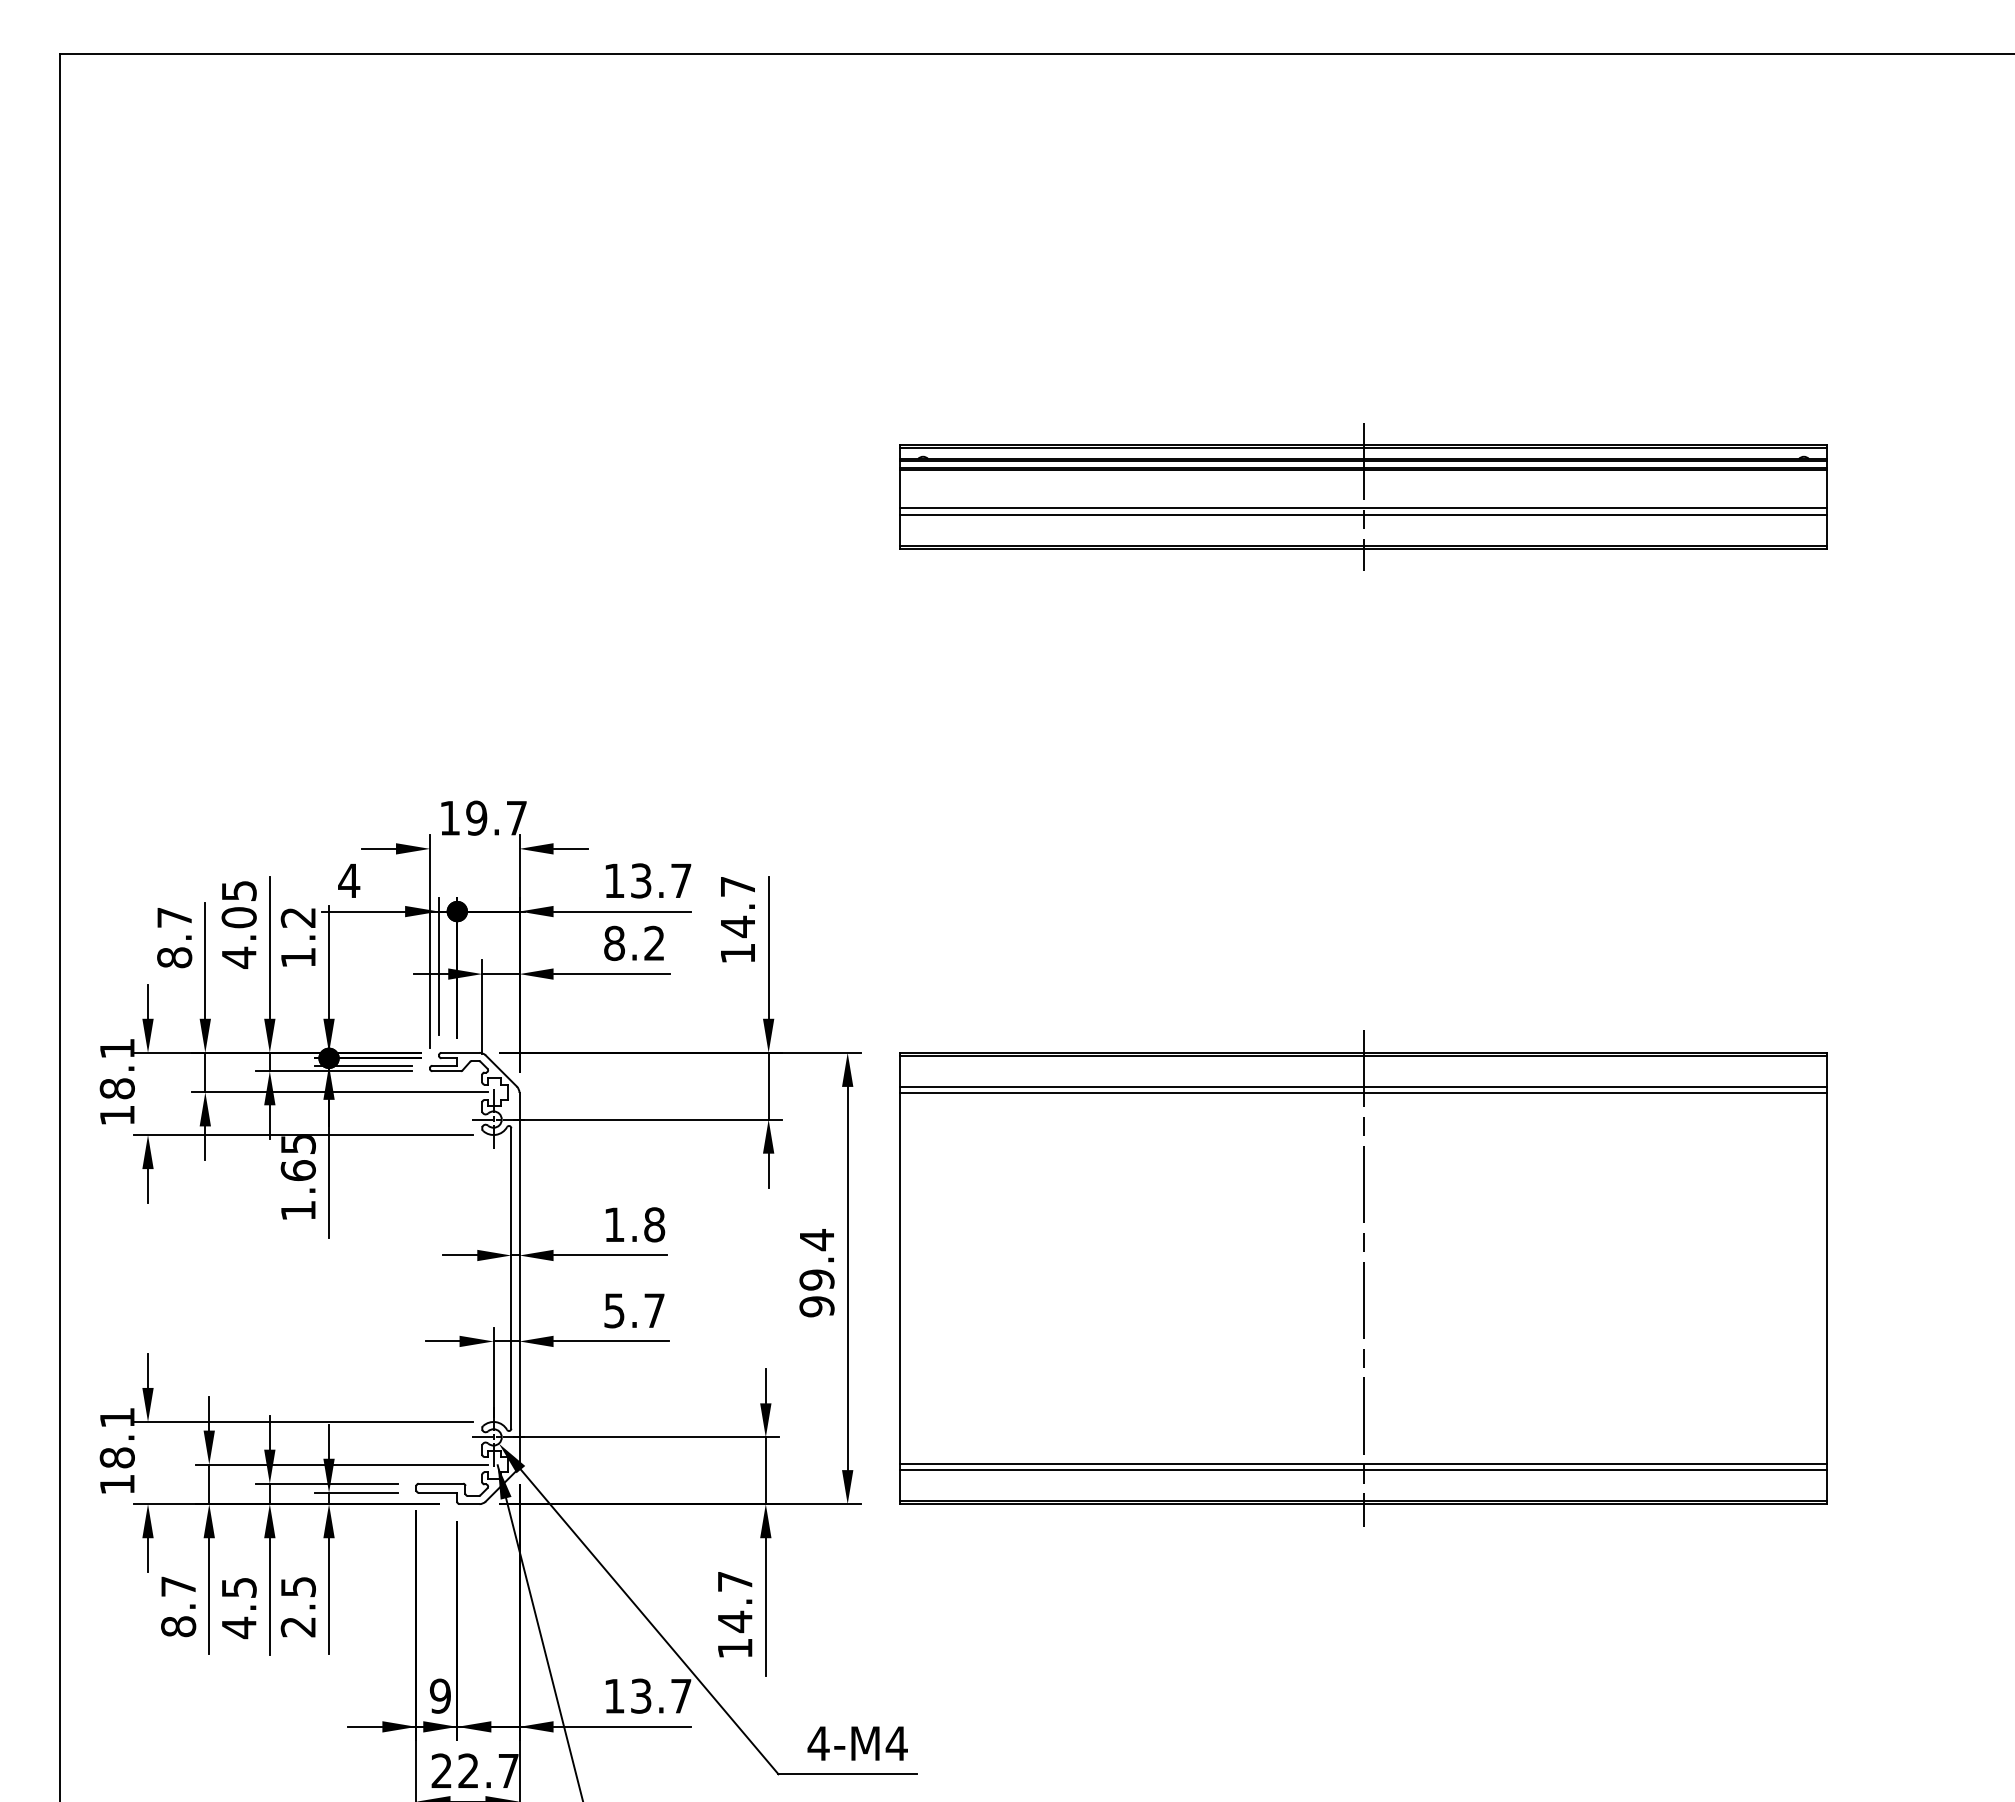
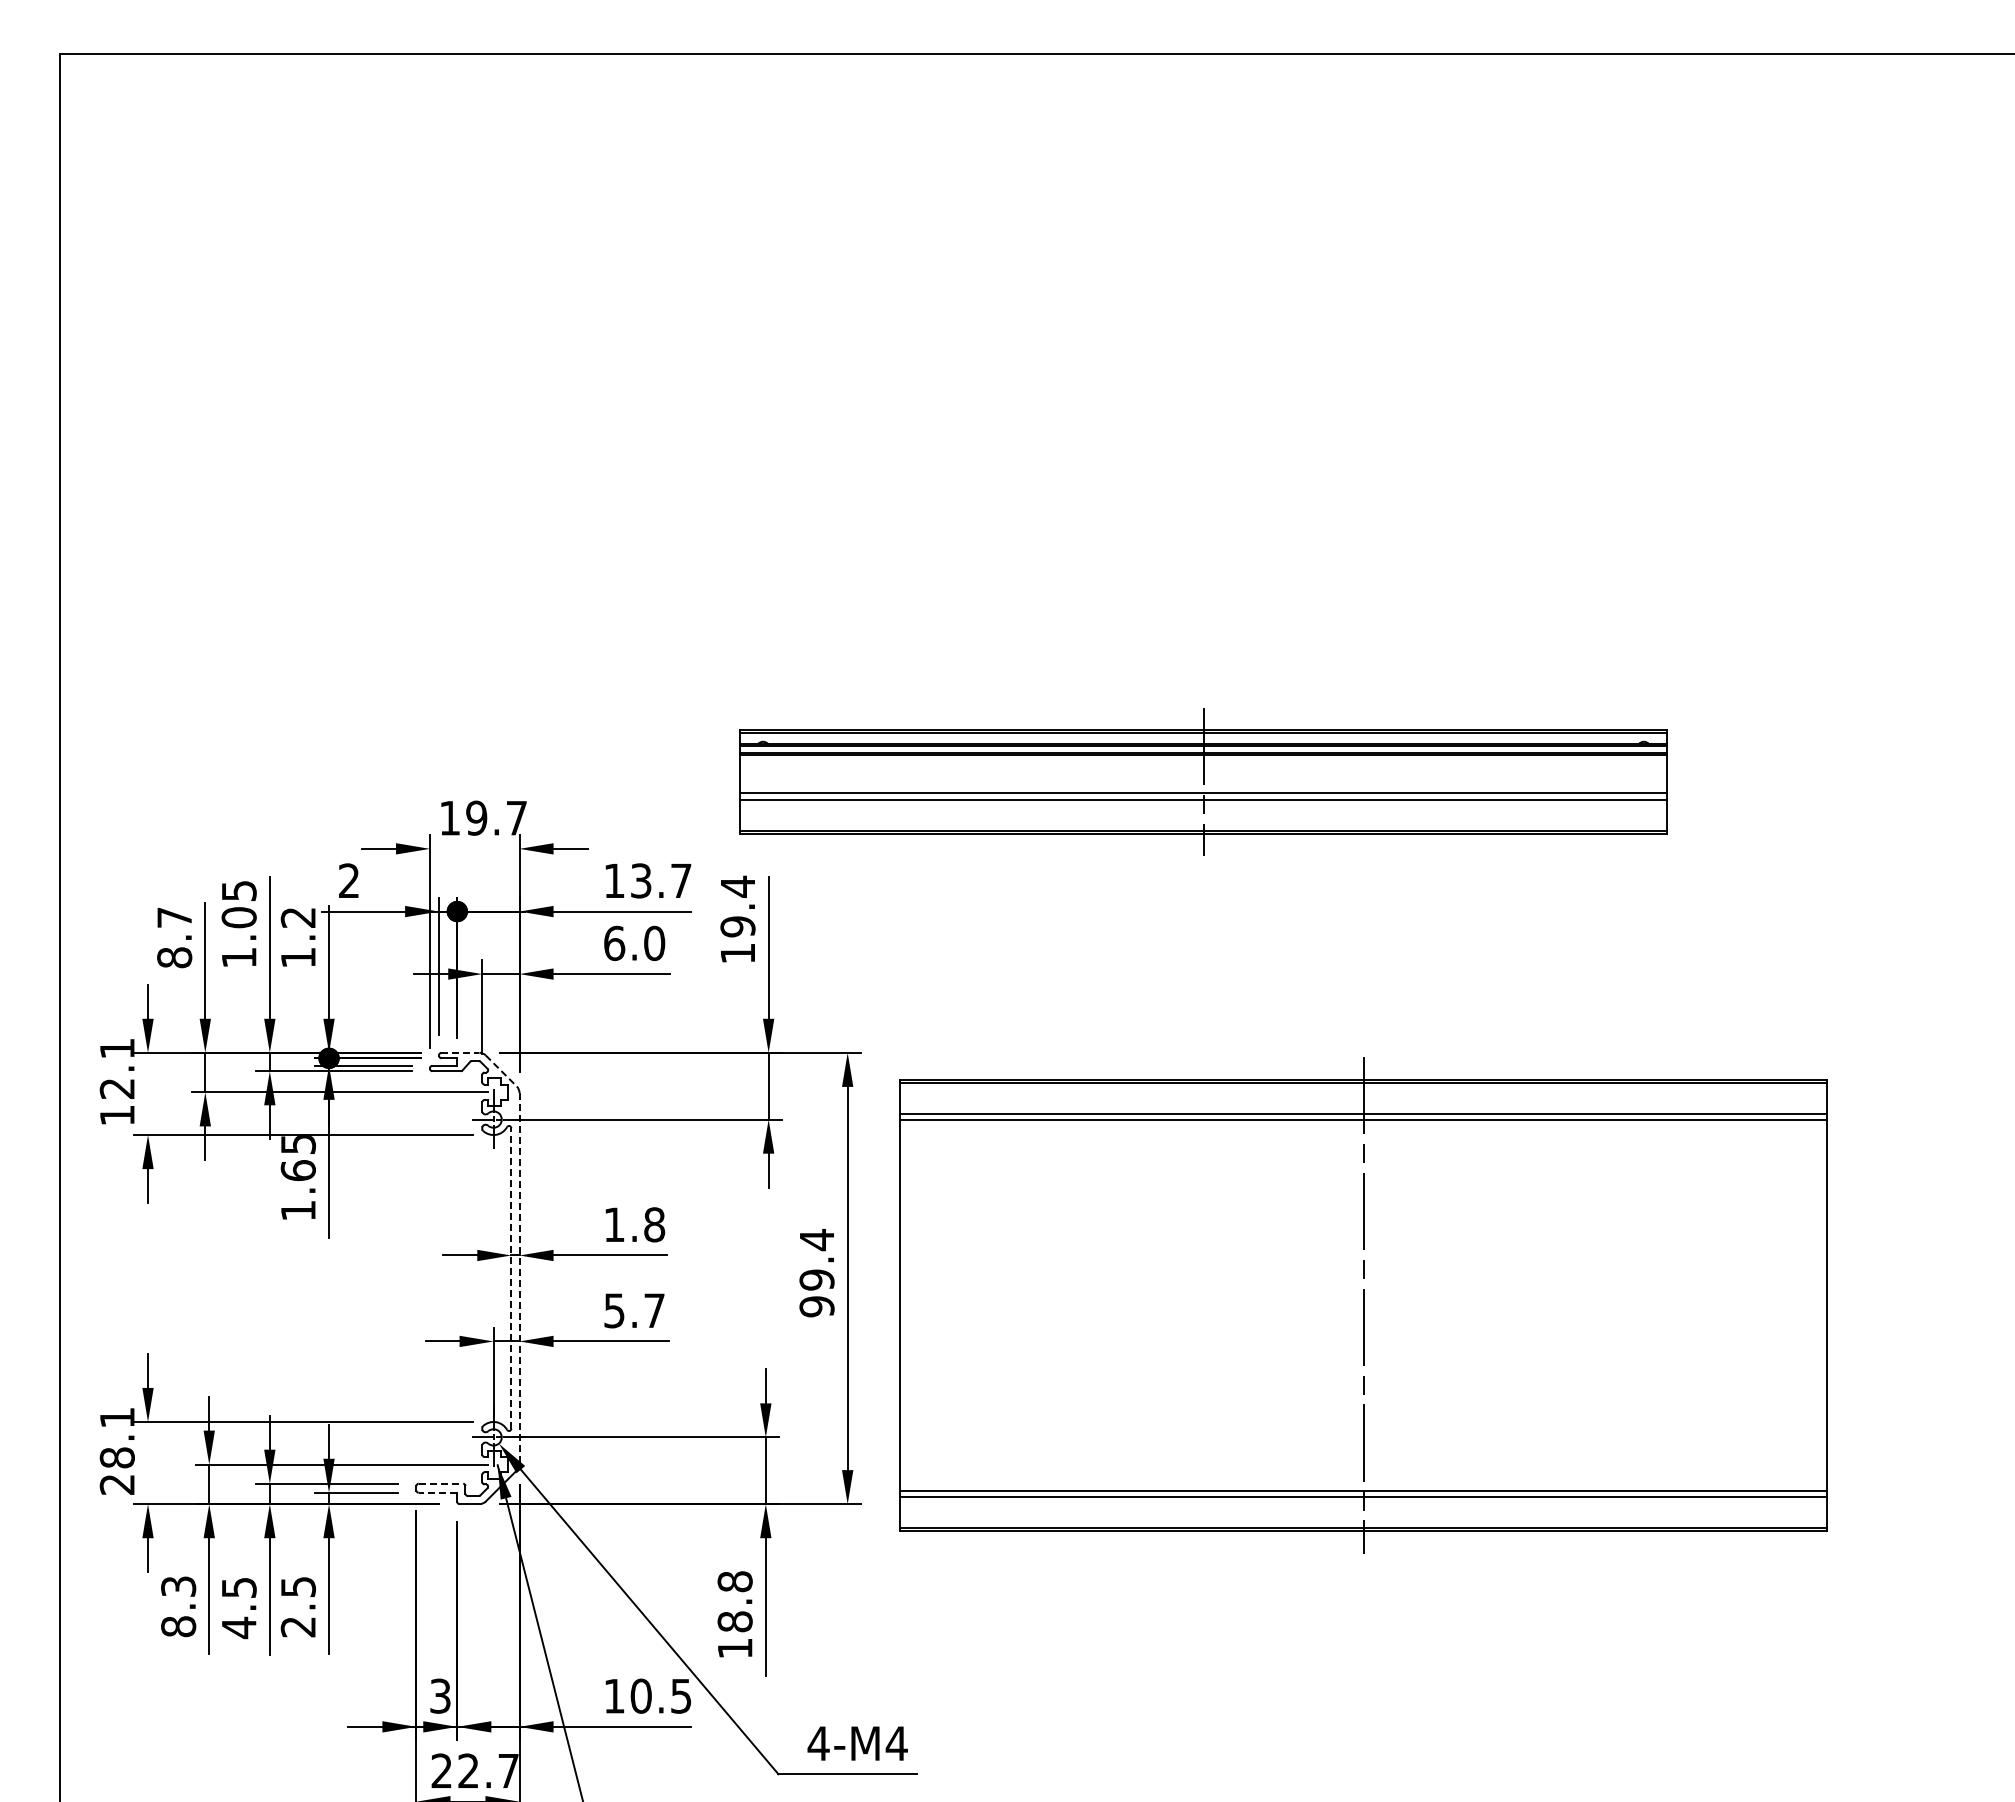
part at (1363, 496) position: (1363, 496) -> (1203, 781)
text at (349, 880): 4 -> 2
text at (737, 906): 14.7 -> 19.4
text at (634, 943): 8.2 -> 6.0
text at (239, 957): 4.05 -> 1.05
line at (460, 1052): solid -> dashed
line at (501, 1071): solid -> dashed
text at (116, 1088): 18.1 -> 12.1
line at (511, 1278): solid -> dashed
line at (519, 1278): solid -> dashed
part at (1363, 1278) position: (1363, 1278) -> (1363, 1305)
line at (441, 1483): solid -> dashed
text at (116, 1484): 18.1 -> 28.1
line at (437, 1492): solid -> dashed
text at (178, 1586): 8.7 -> 8.3
text at (734, 1602): 14.7 -> 18.8
text at (439, 1695): 9 -> 3
text at (660, 1695): 13.7 -> 10.5
